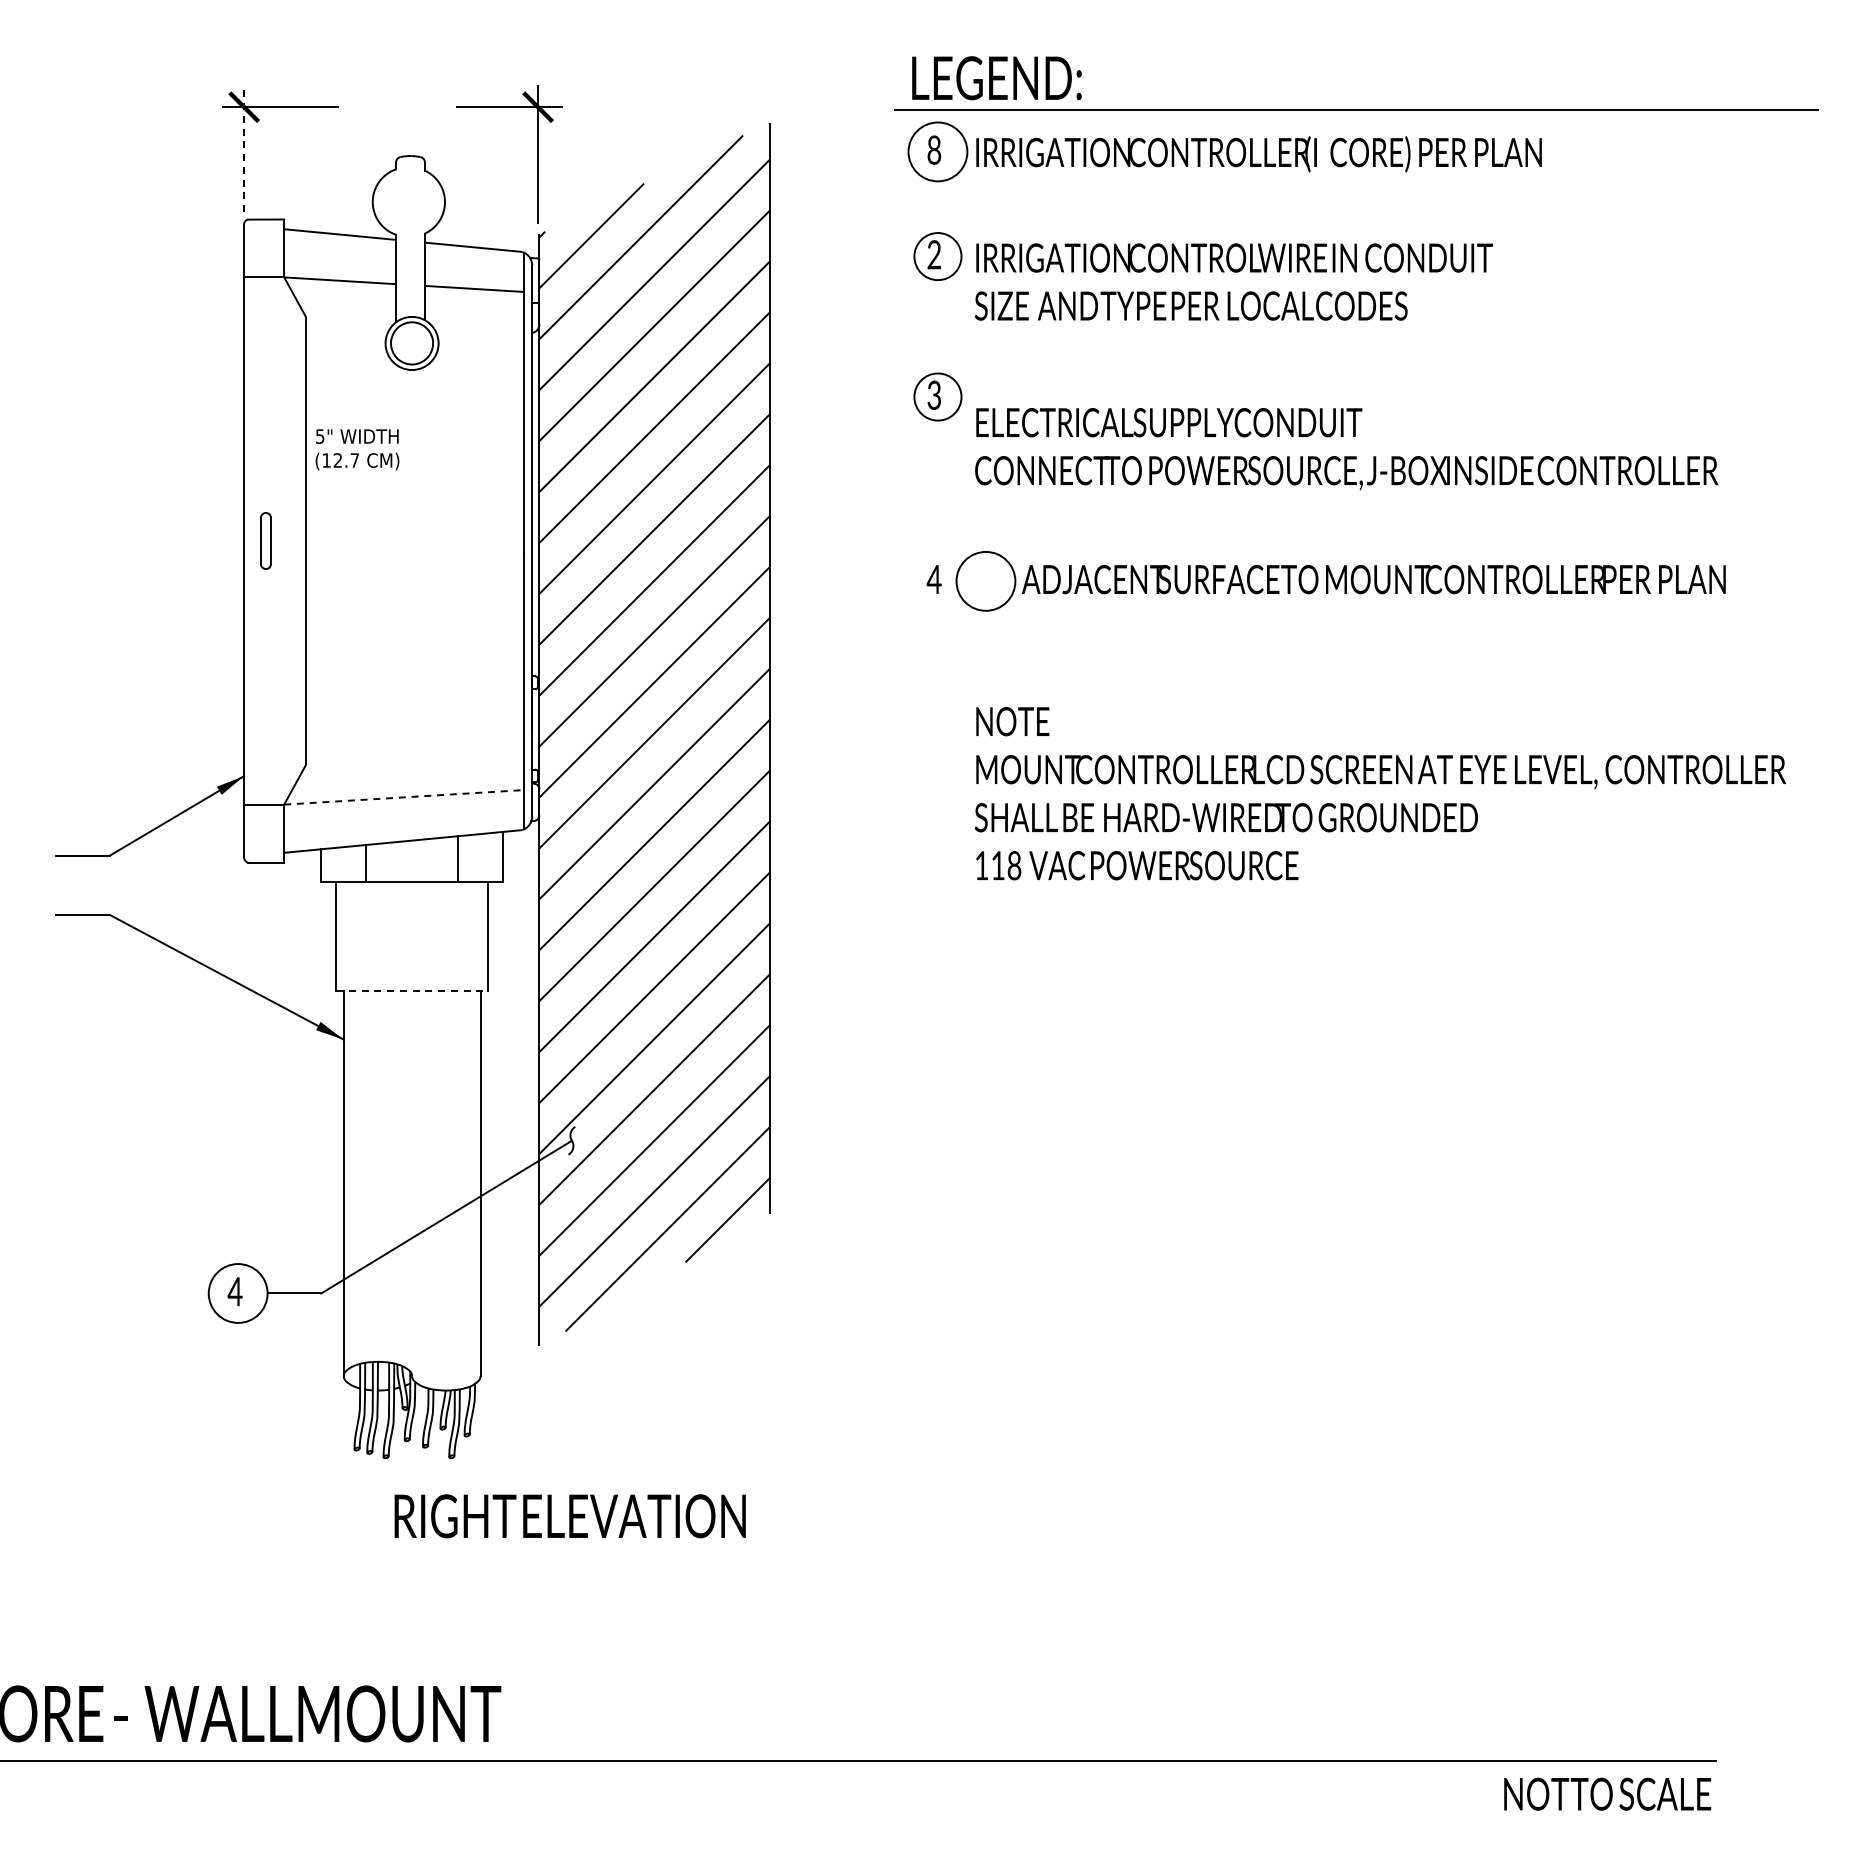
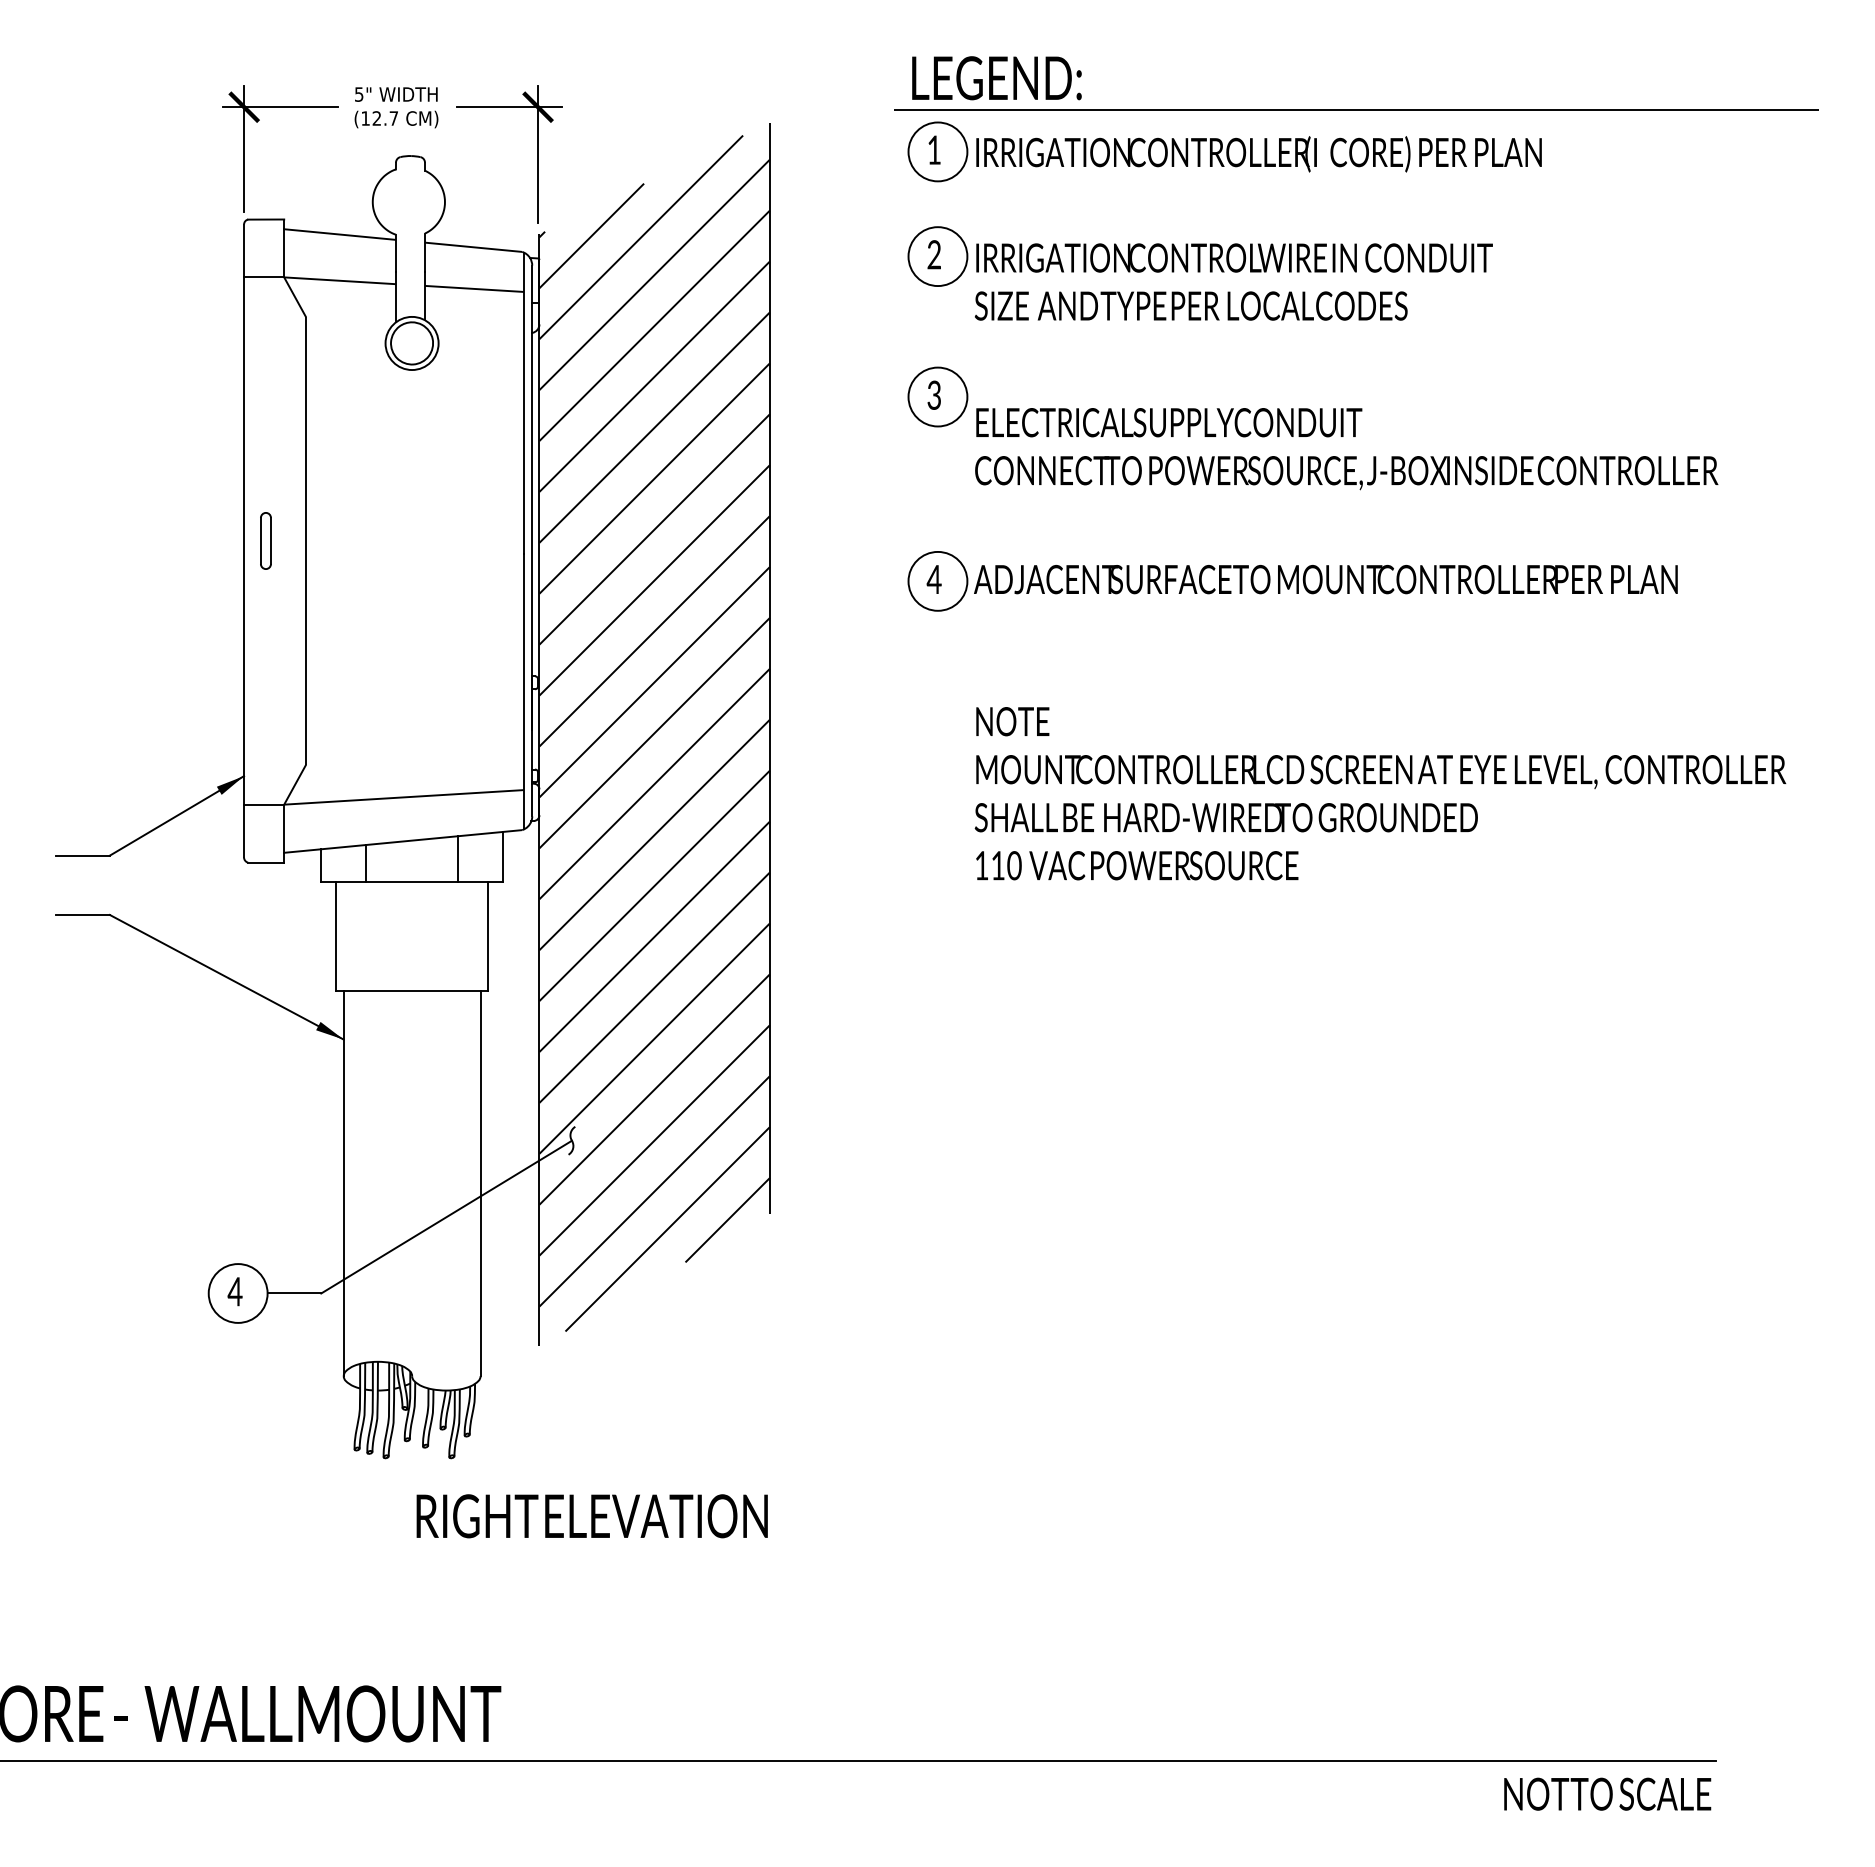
line at (244, 149): dashed -> solid
text at (934, 149): 8 -> 1
circle at (937, 256) diameter: 47 px -> 59 px
circle at (937, 396) diameter: 47 px -> 59 px
text at (357, 449) position: (357, 449) -> (396, 107)
part at (1340, 581) position: (1340, 581) -> (1292, 581)
line at (404, 797): dashed -> solid
text at (1014, 865): 118 -> 110
line at (412, 990): dashed -> solid
text at (569, 1516) position: (569, 1516) -> (591, 1516)
